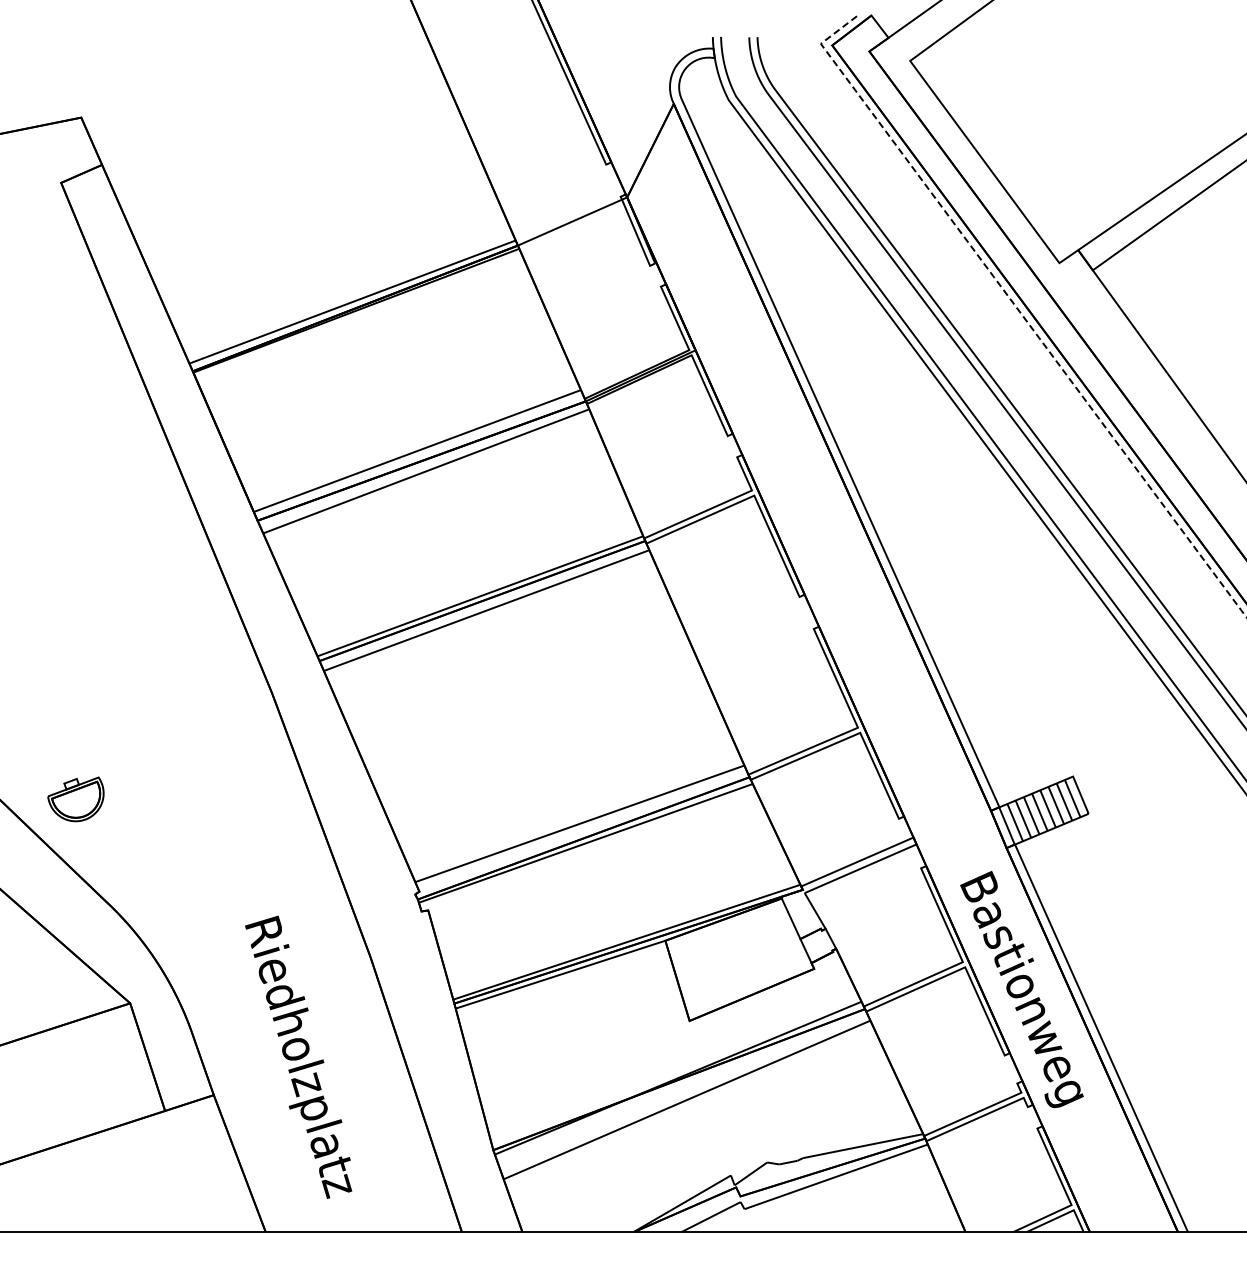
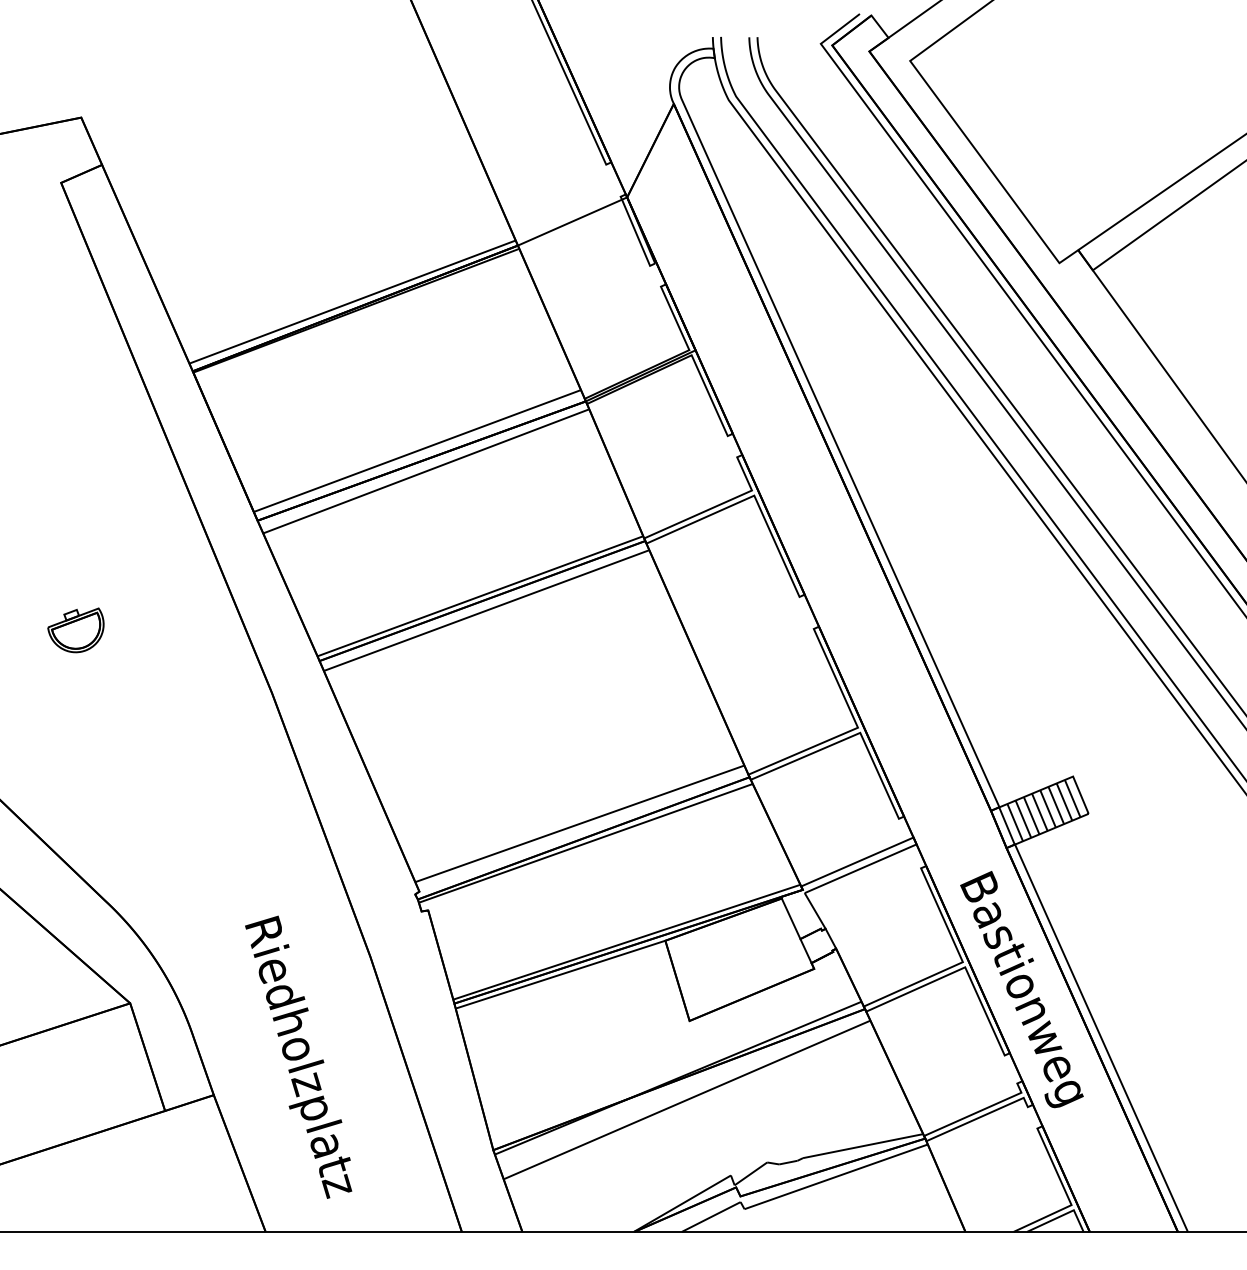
line at (1018, 310): dashed -> solid
part at (75, 799) position: (75, 799) -> (75, 630)
